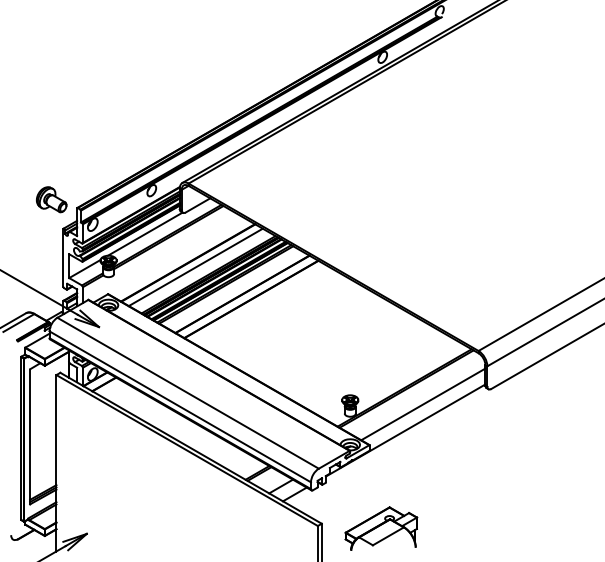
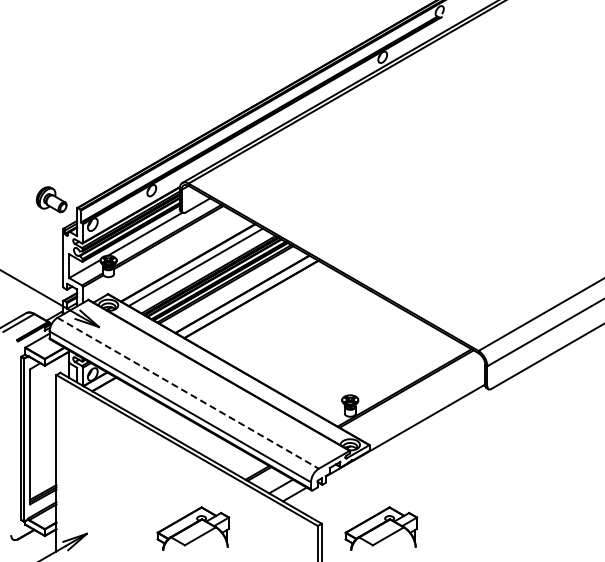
line at (188, 393): solid -> dashed
line at (423, 404): present -> none
part at (193, 528): none -> present
